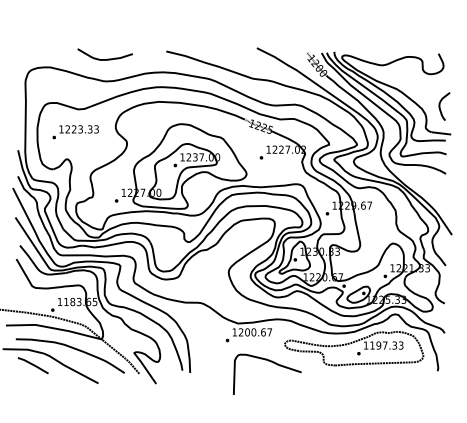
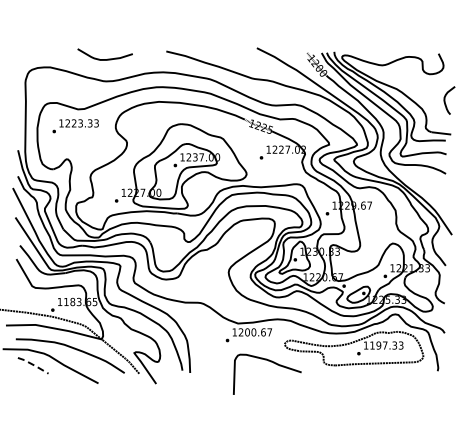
curve at (440, 106) position: (440, 106) -> (445, 100)
text at (75, 132) position: (75, 132) -> (75, 126)
line at (33, 365): solid -> dashed
